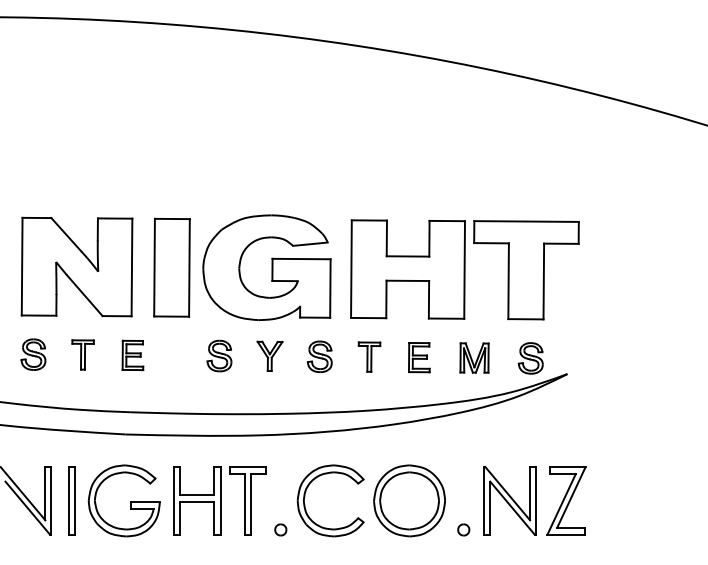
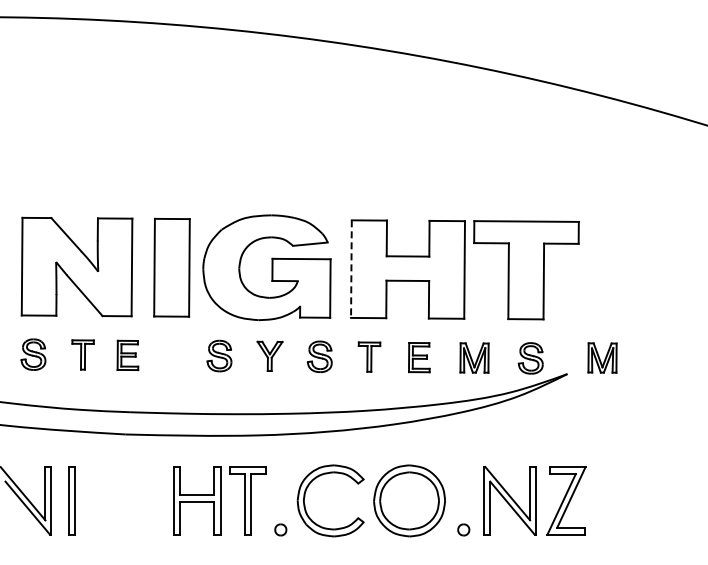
line at (351, 269): solid -> dashed
part at (132, 355) position: (132, 355) -> (127, 355)
part at (602, 357): none -> present
part at (130, 501): present -> none
